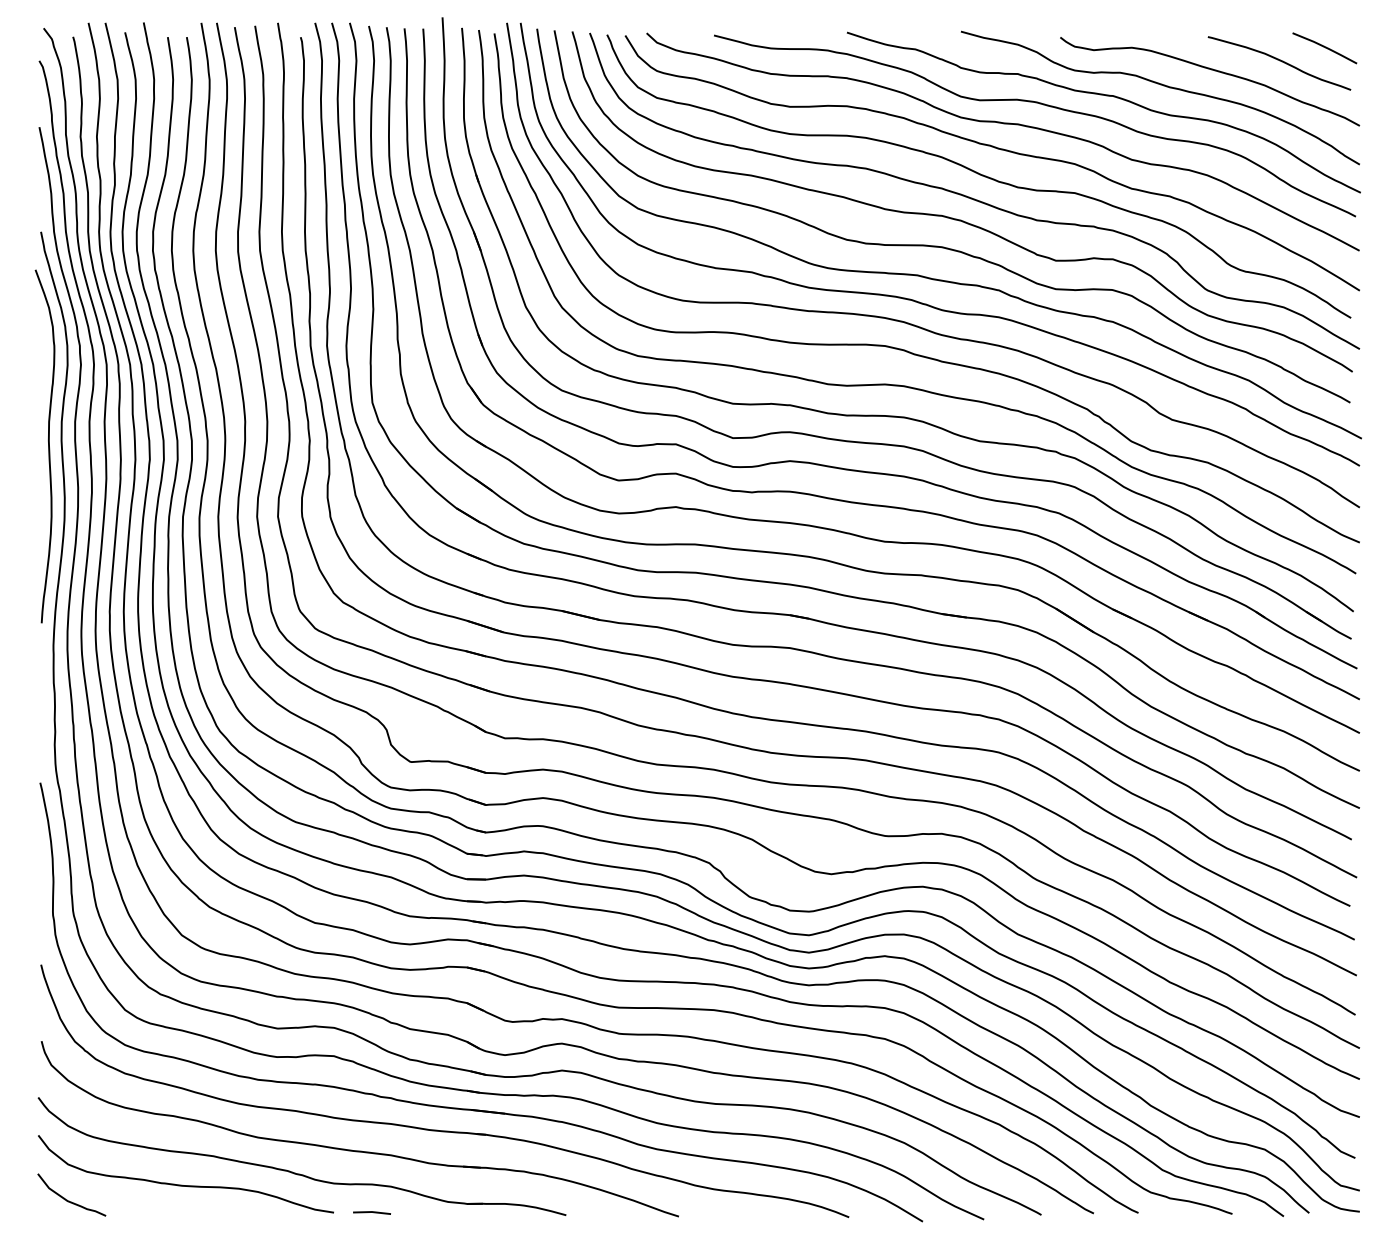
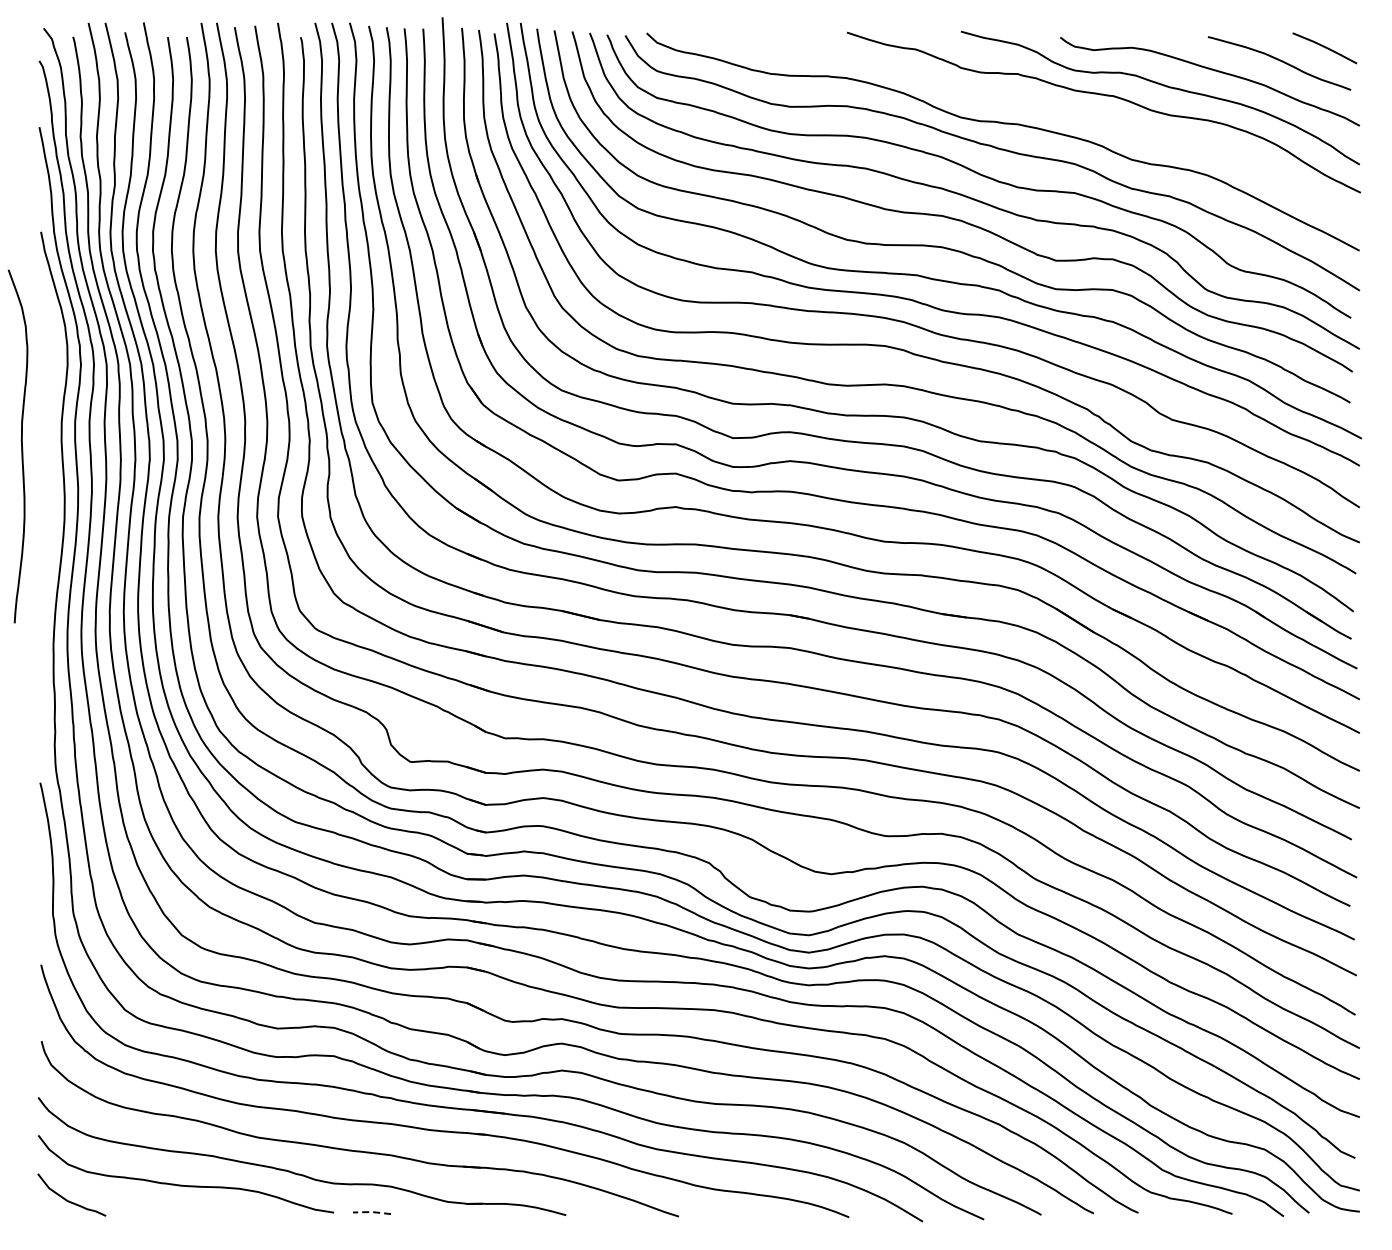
curve at (1039, 104): present -> none
curve at (48, 446) position: (48, 446) -> (21, 446)
line at (372, 1212): solid -> dashed
